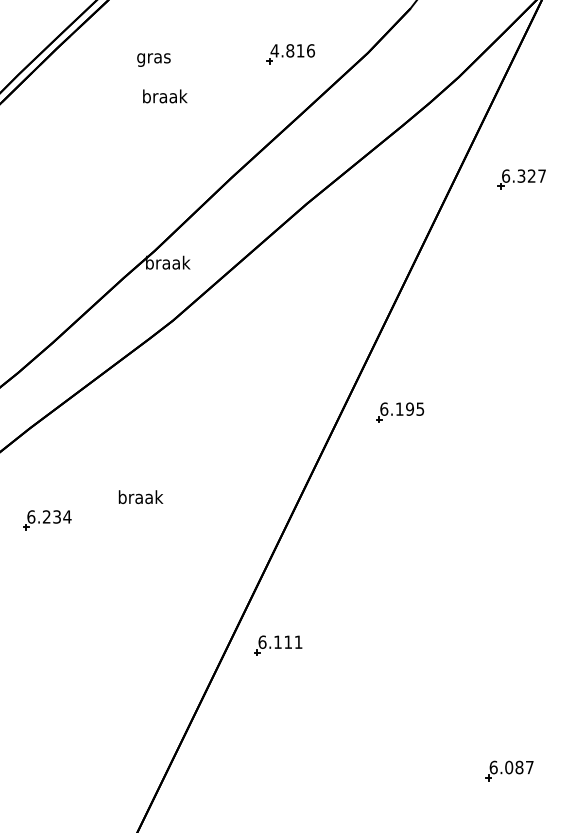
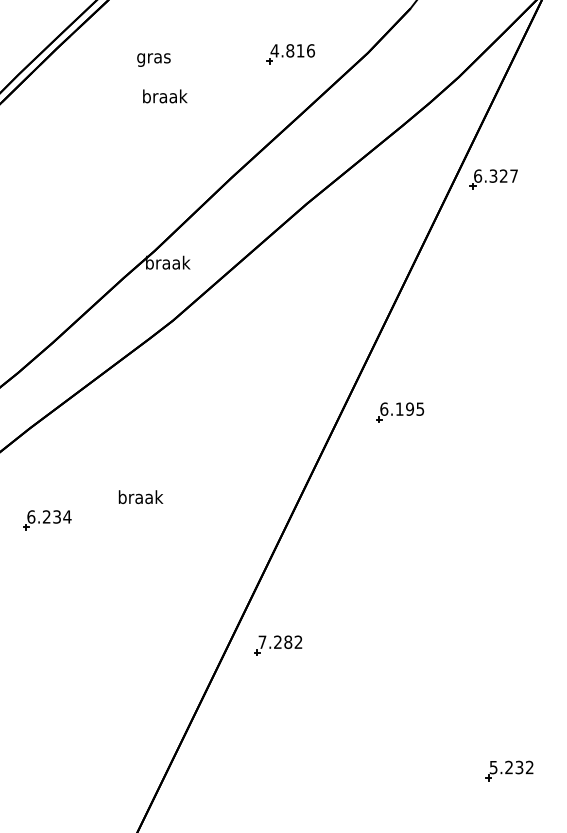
part at (521, 179) position: (521, 179) -> (493, 179)
text at (280, 641): 6.111 -> 7.282
text at (511, 767): 6.087 -> 5.232
